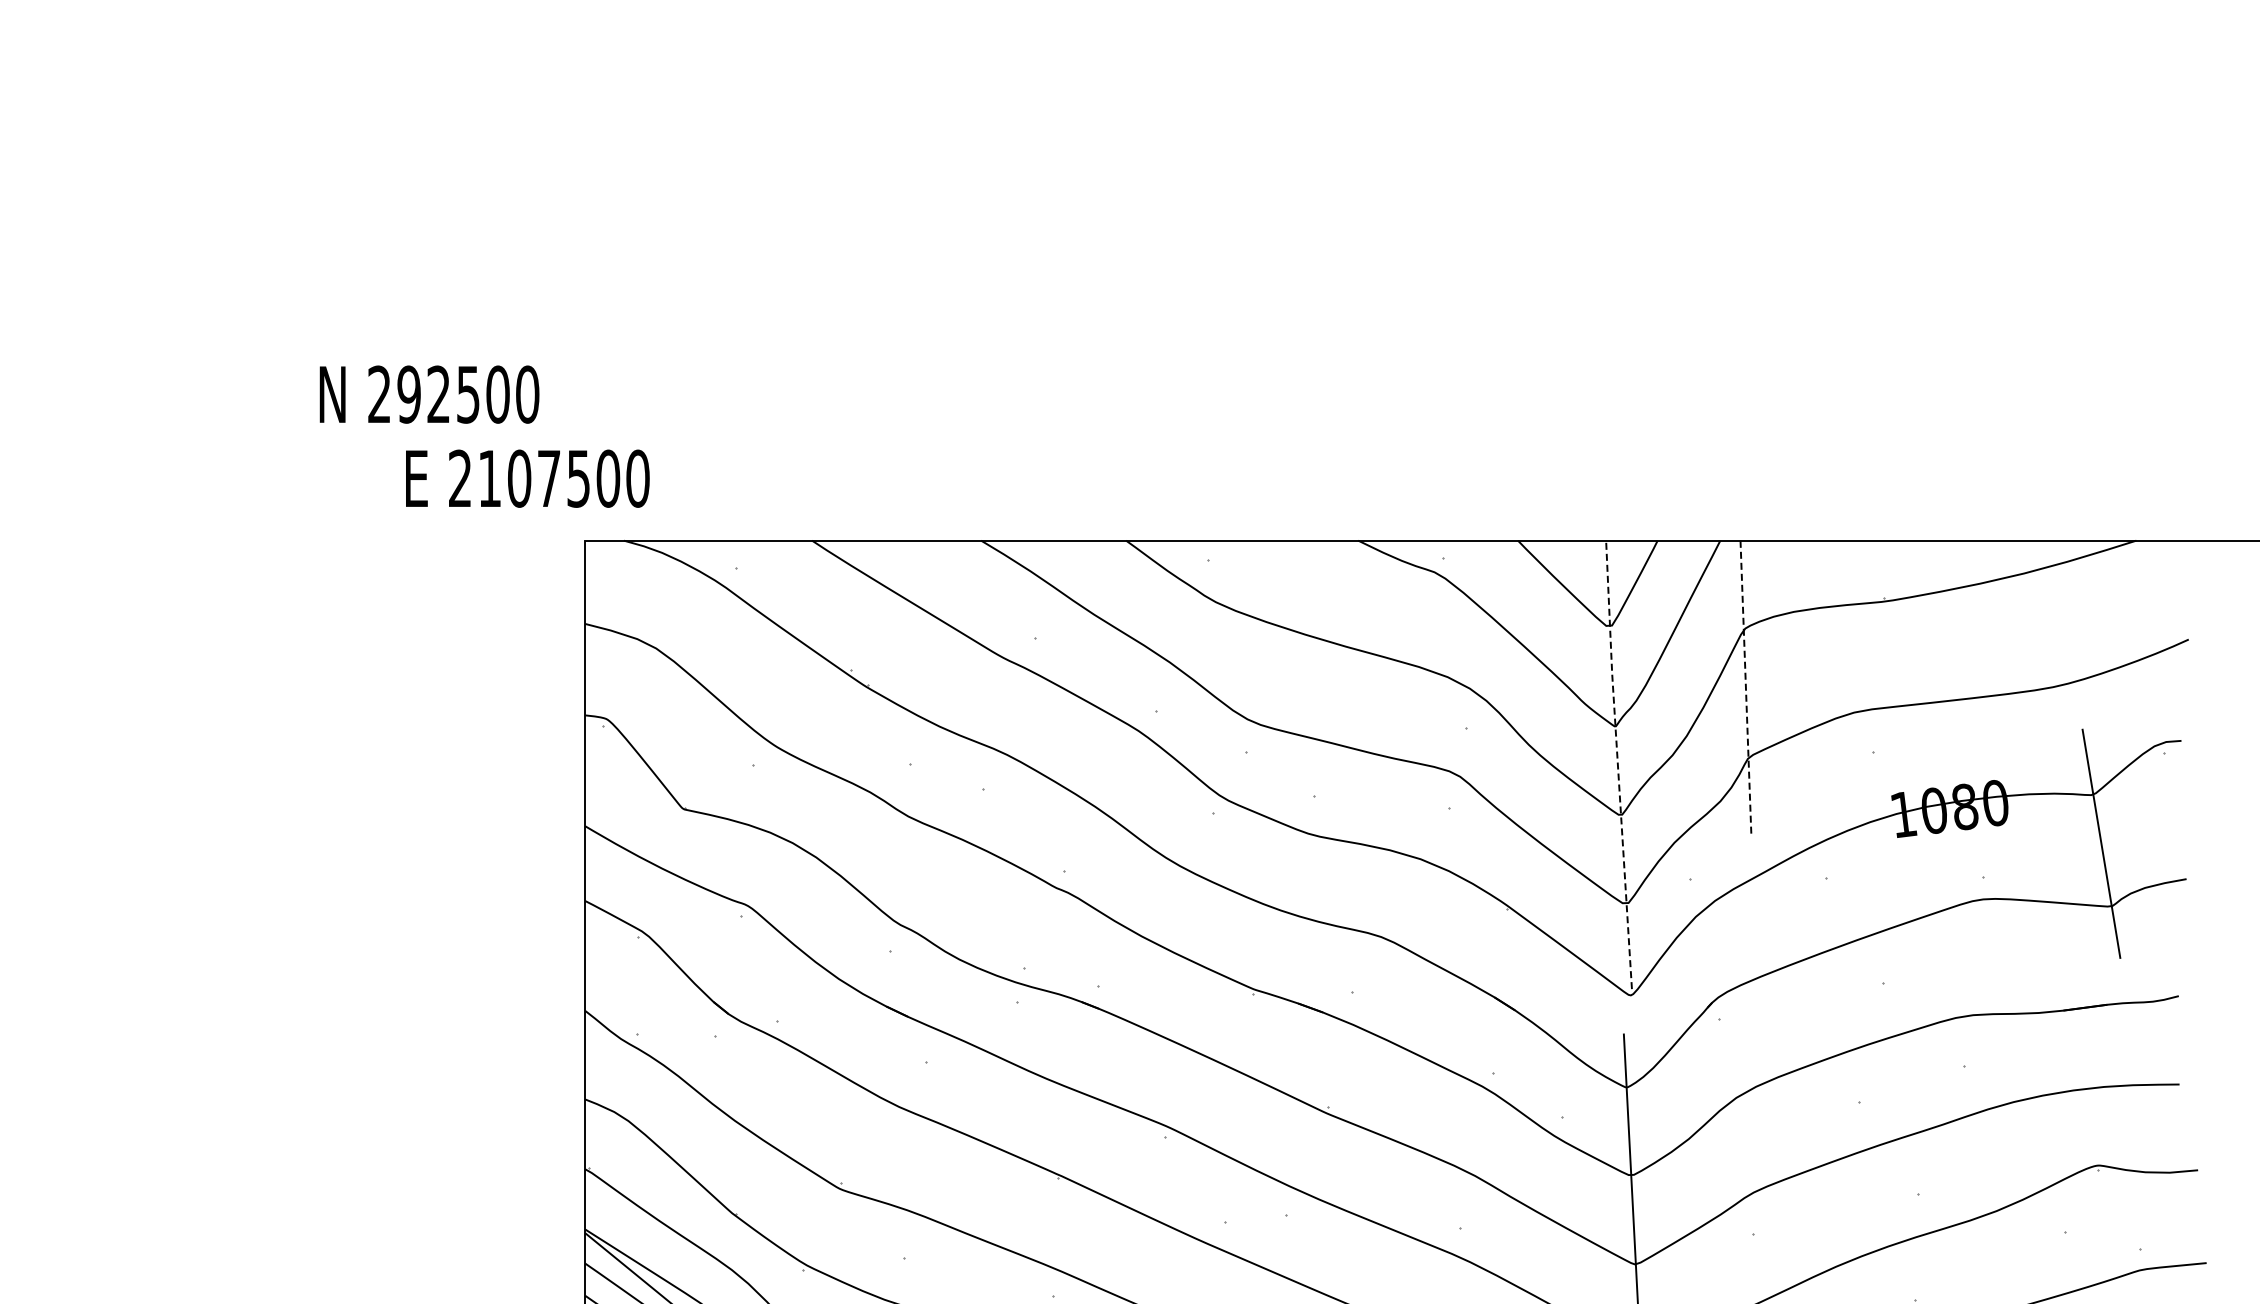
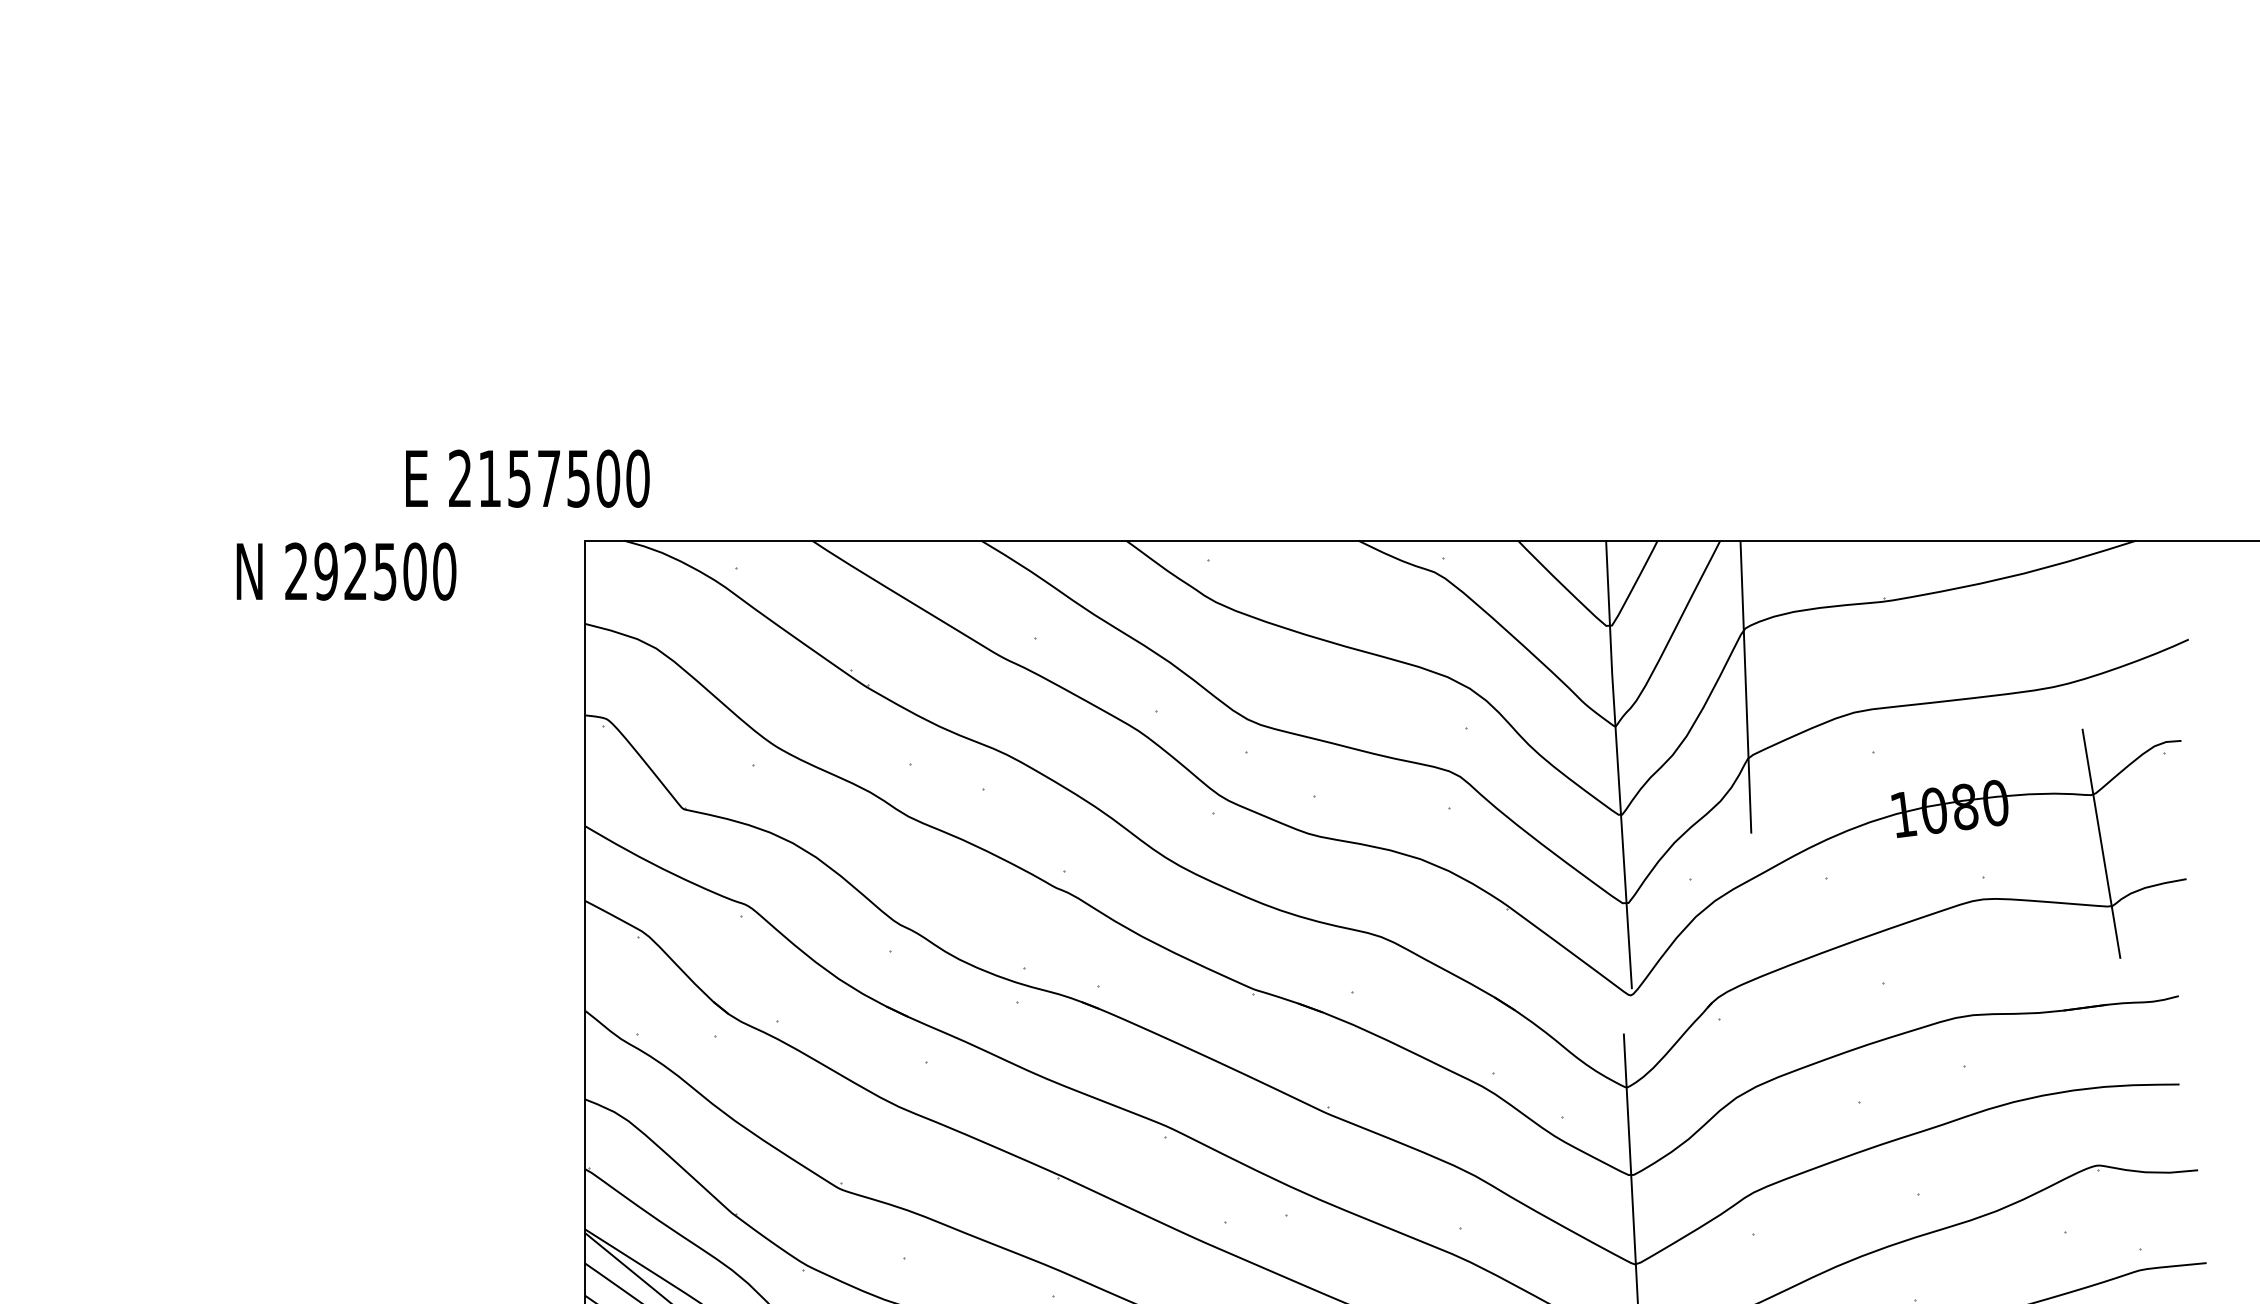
text at (429, 394) position: (429, 394) -> (346, 571)
text at (519, 478): 2107500 -> 2157500
line at (1745, 687): dashed -> solid
line at (1617, 763): dashed -> solid
